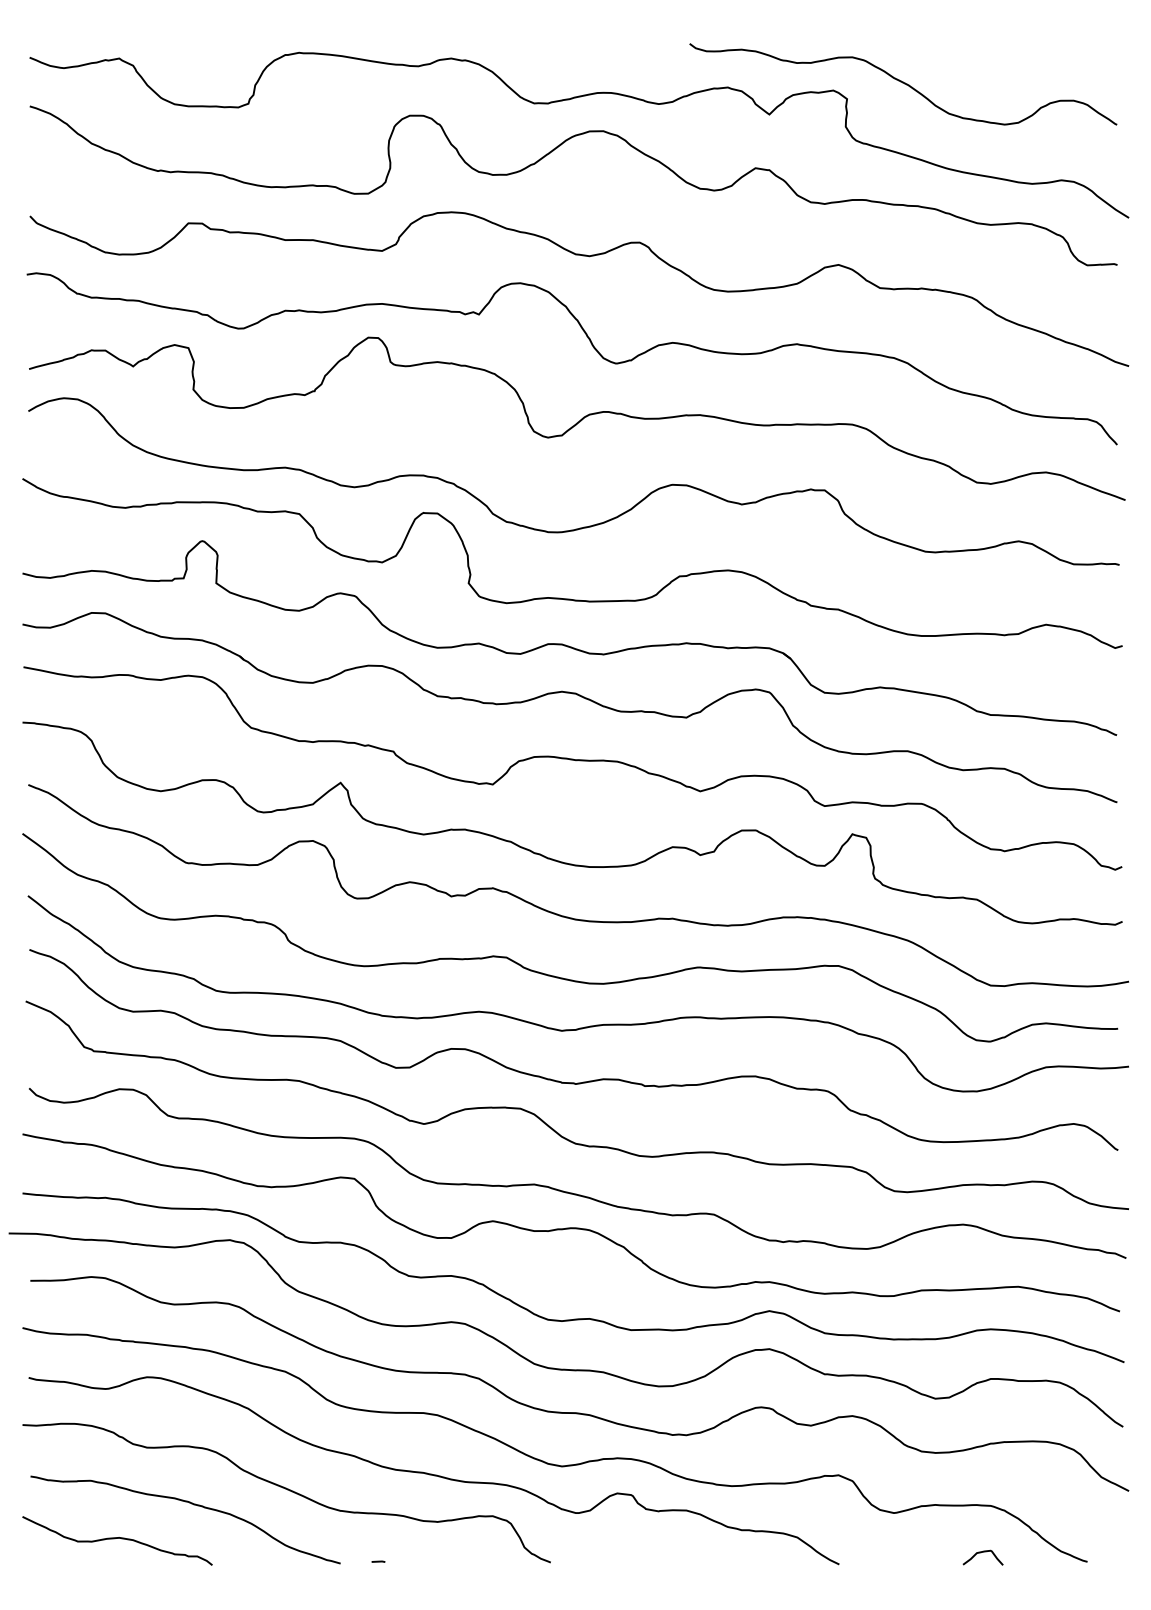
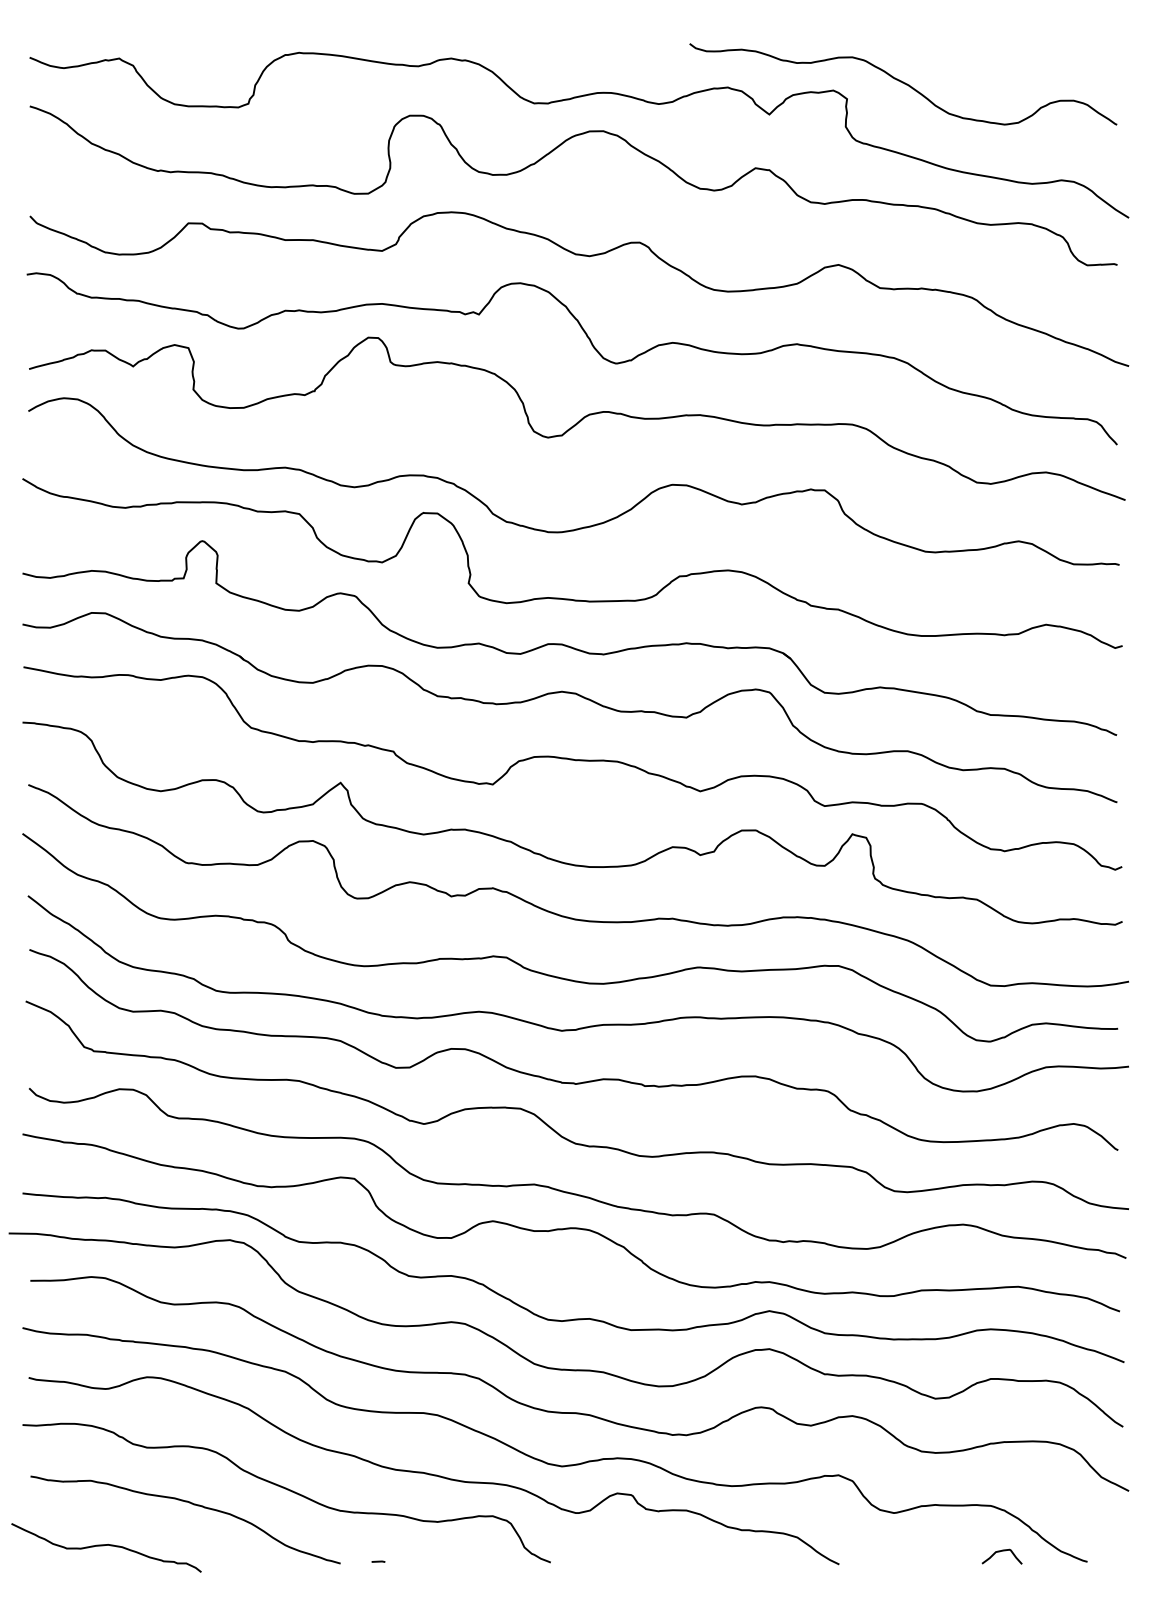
curve at (117, 1538) position: (117, 1538) -> (106, 1545)
curve at (980, 1553) position: (980, 1553) -> (999, 1552)
